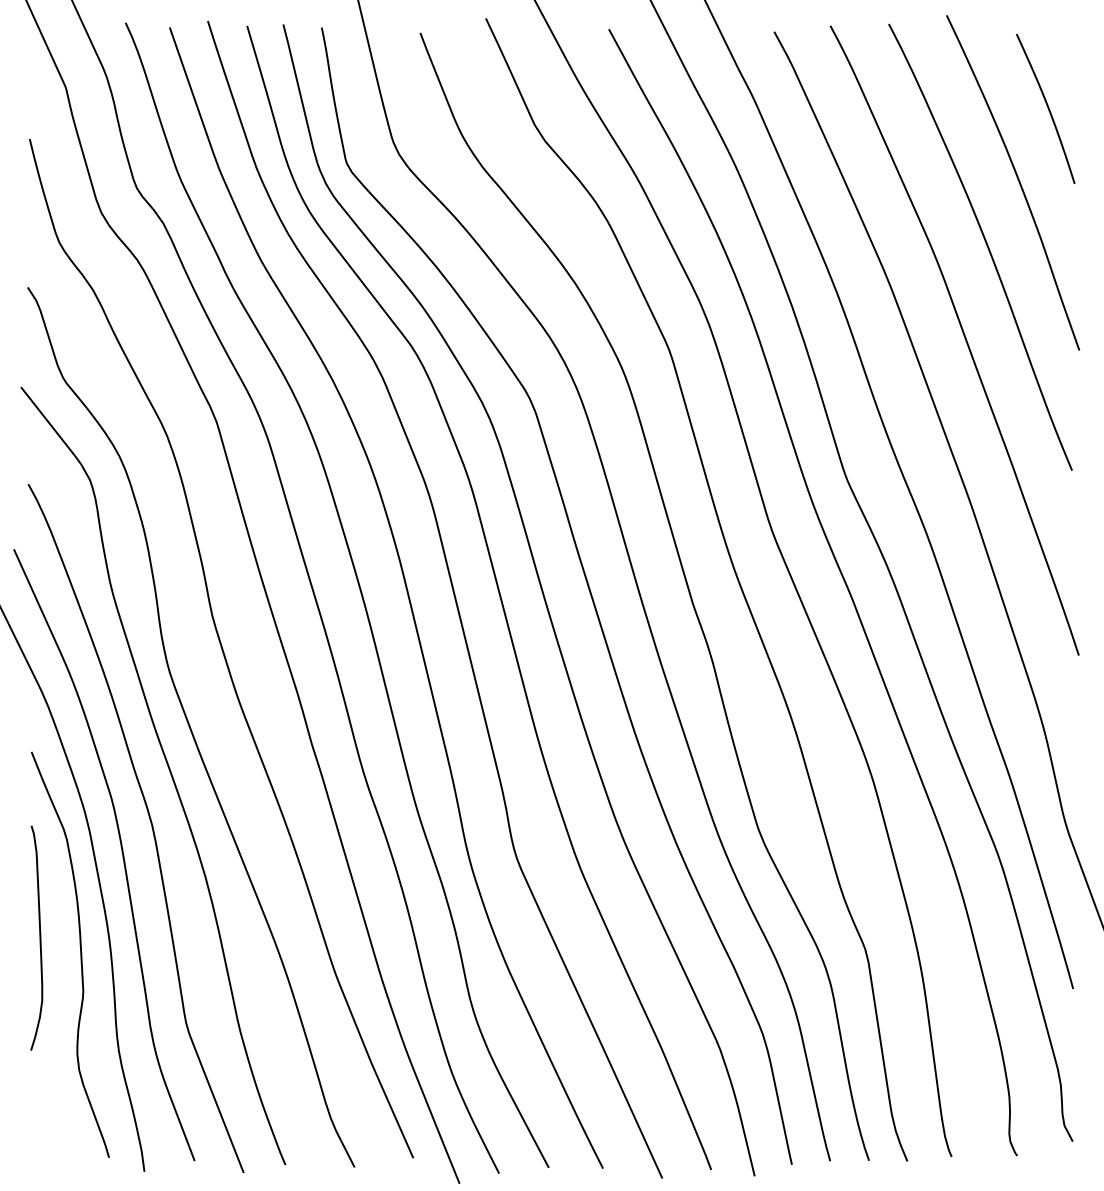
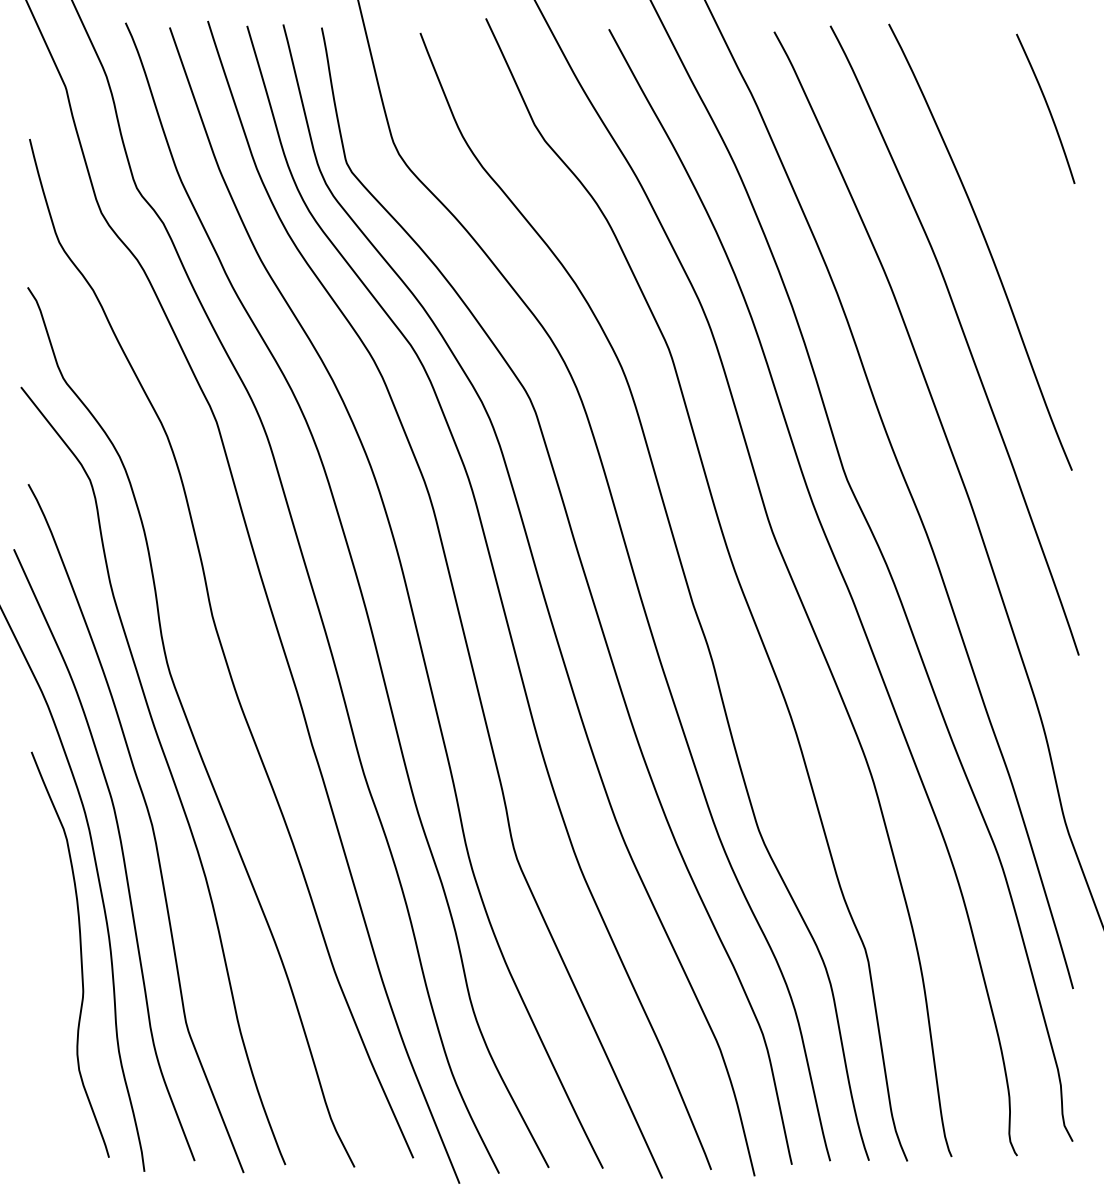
curve at (1017, 179): present -> none
curve at (39, 937): present -> none
